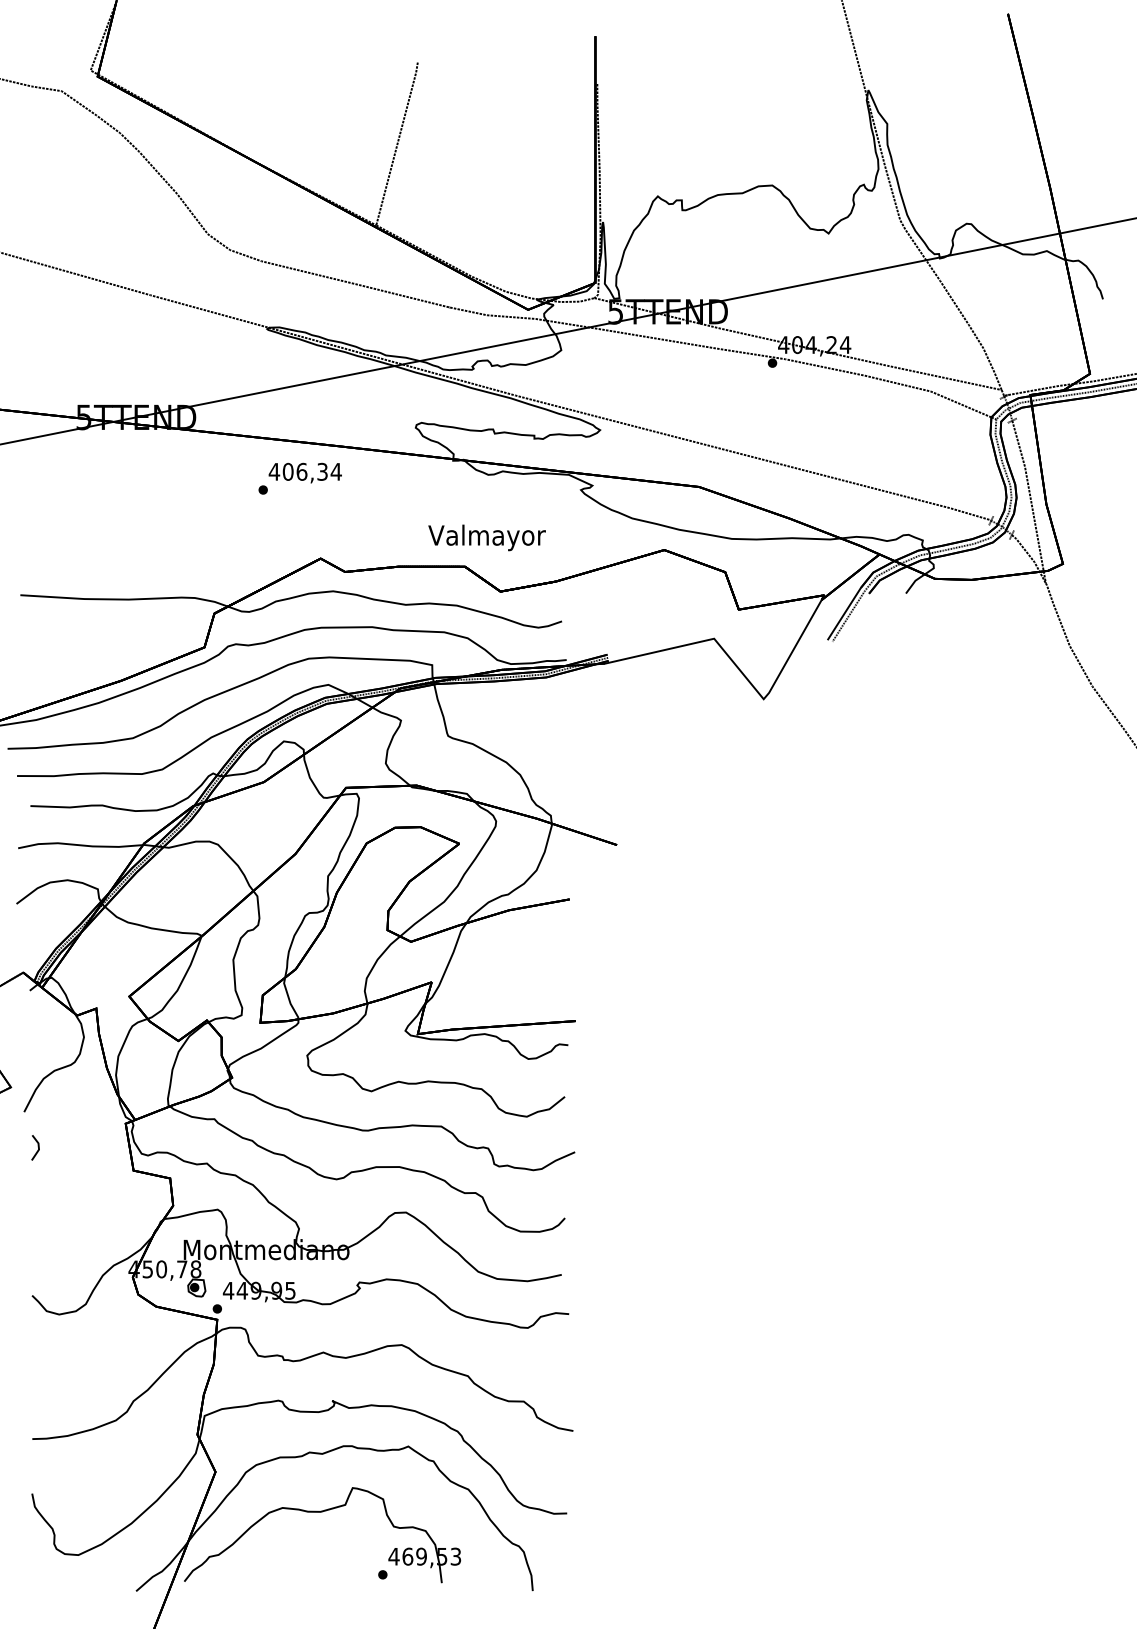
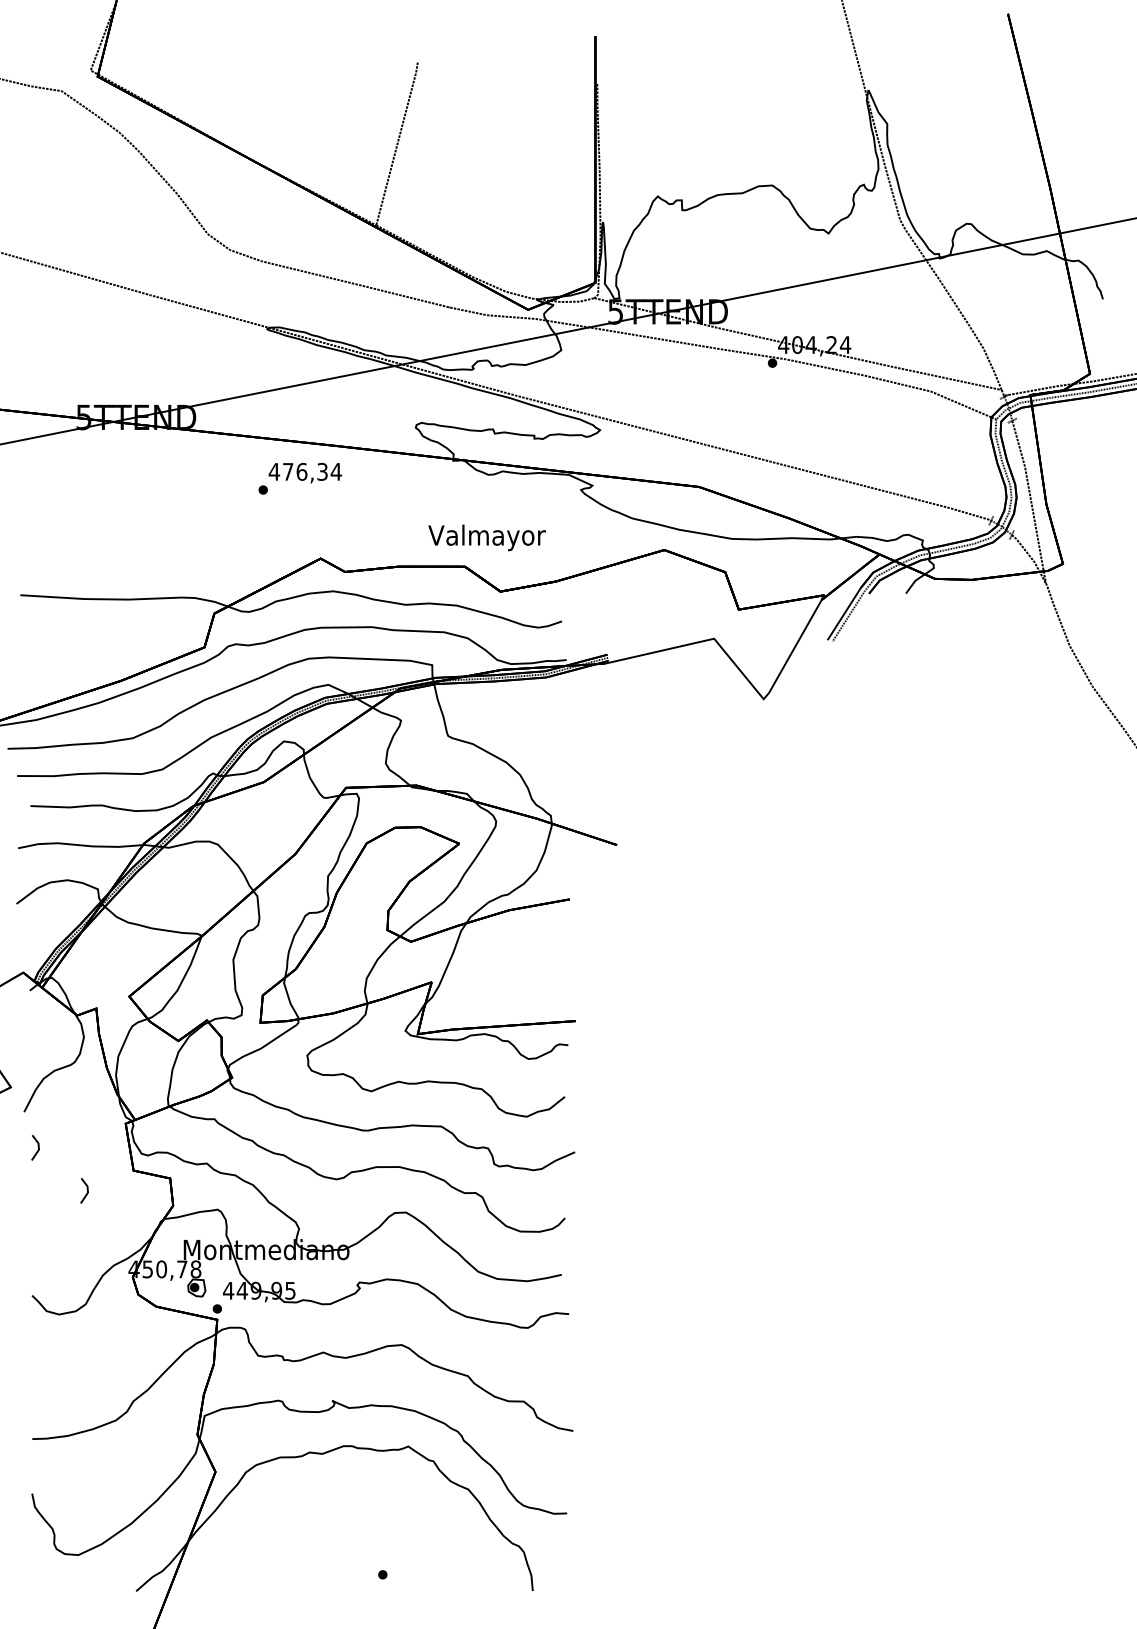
text at (287, 471): 406,34 -> 476,34
line at (86, 1189): none -> present
part at (322, 1512): present -> none
